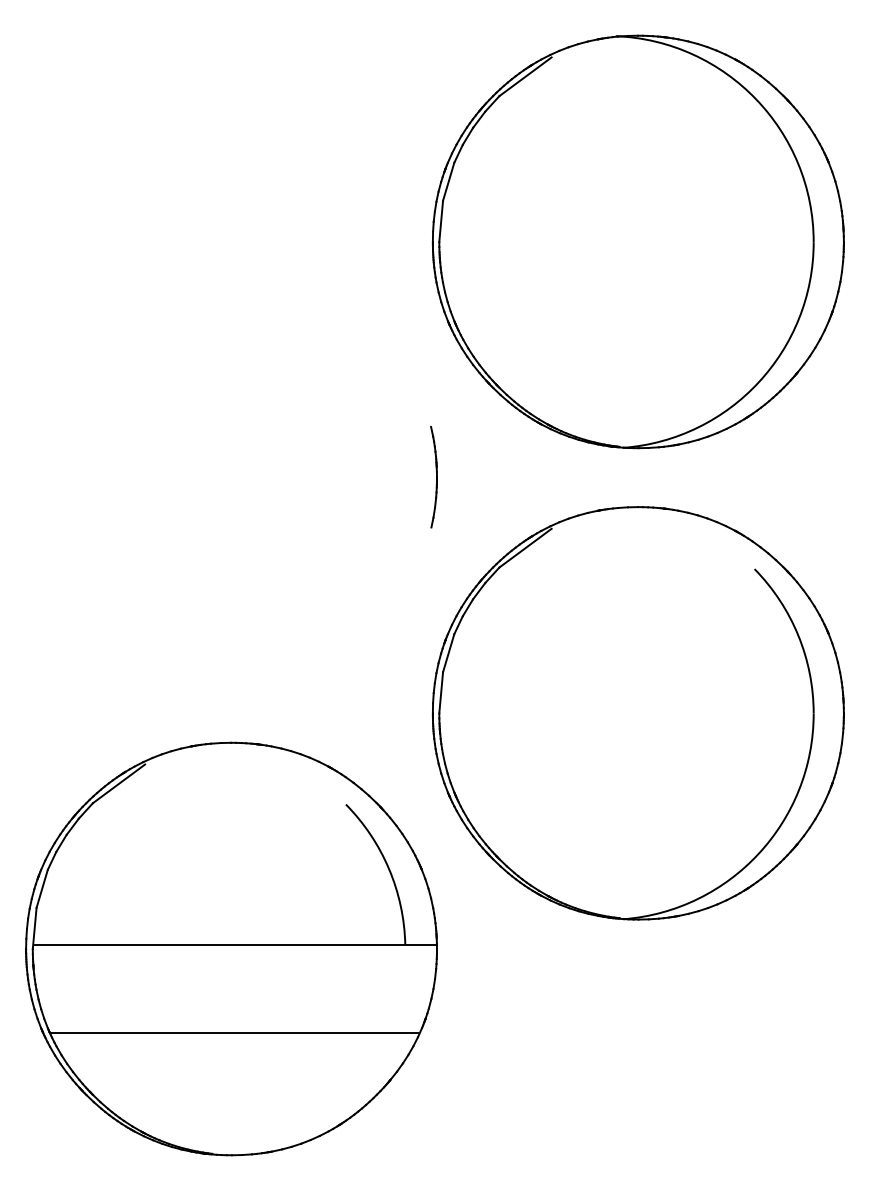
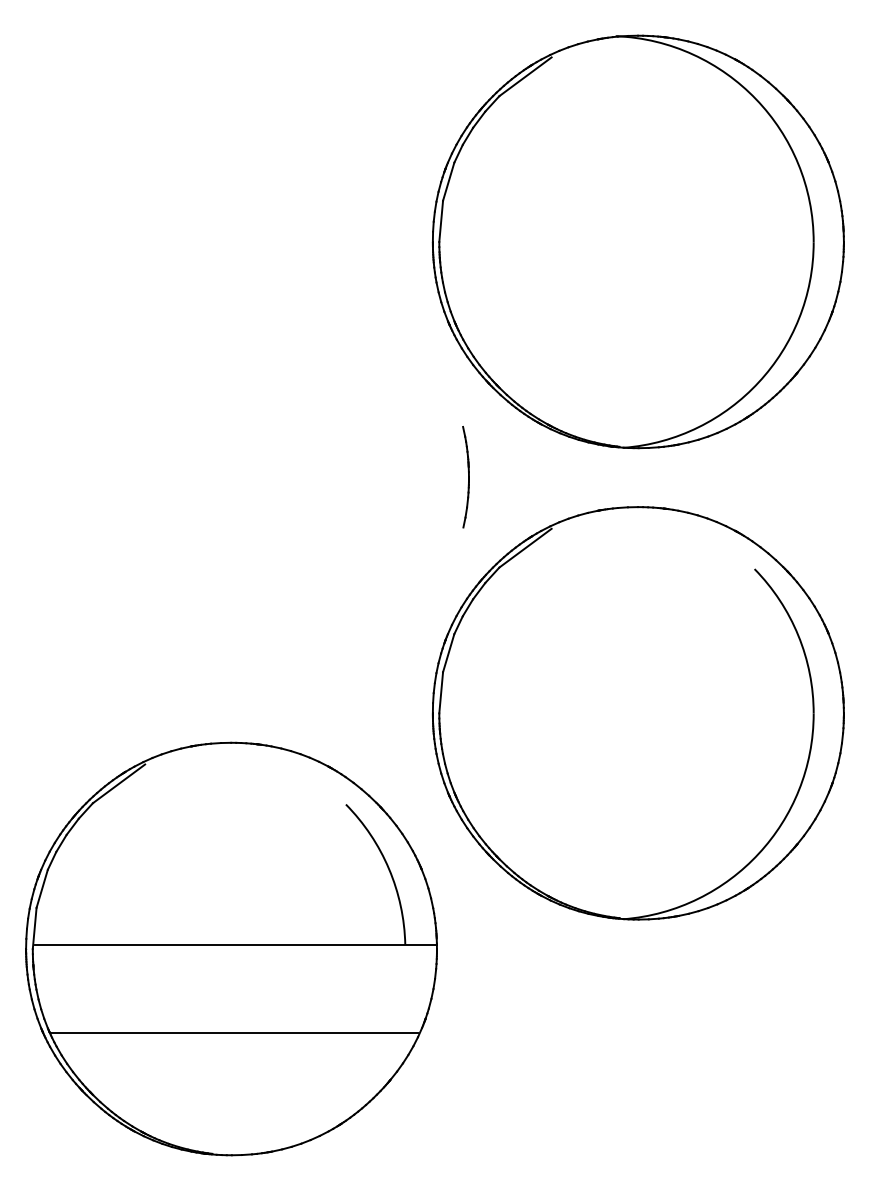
part at (433, 477) position: (433, 477) -> (465, 477)
